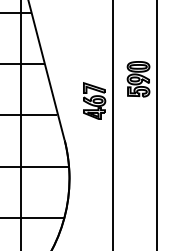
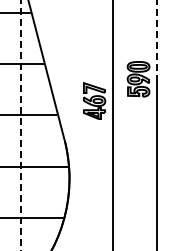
line at (156, 40): solid -> dashed
line at (21, 125): solid -> dashed
